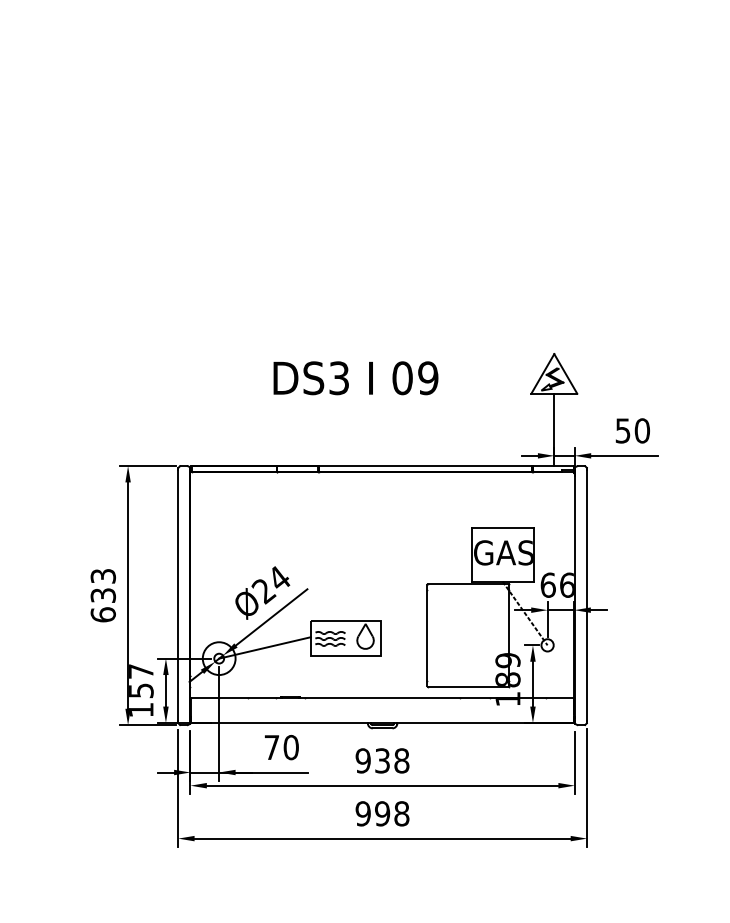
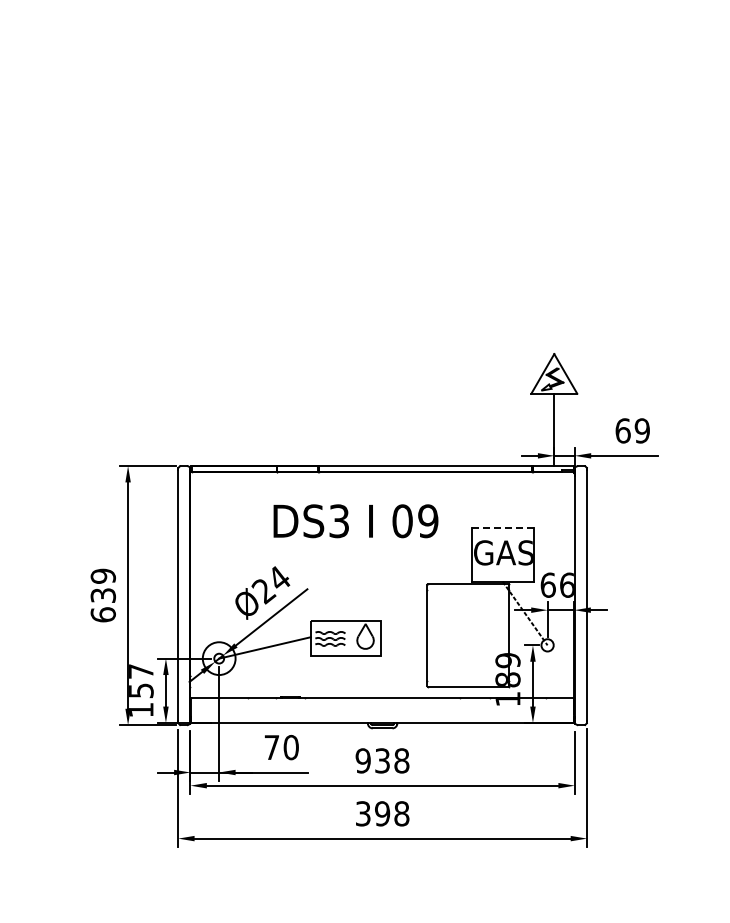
text at (355, 378) position: (355, 378) -> (355, 521)
text at (632, 430): 50 -> 69
line at (502, 527): solid -> dashed
text at (102, 575): 633 -> 639
text at (362, 813): 998 -> 398
